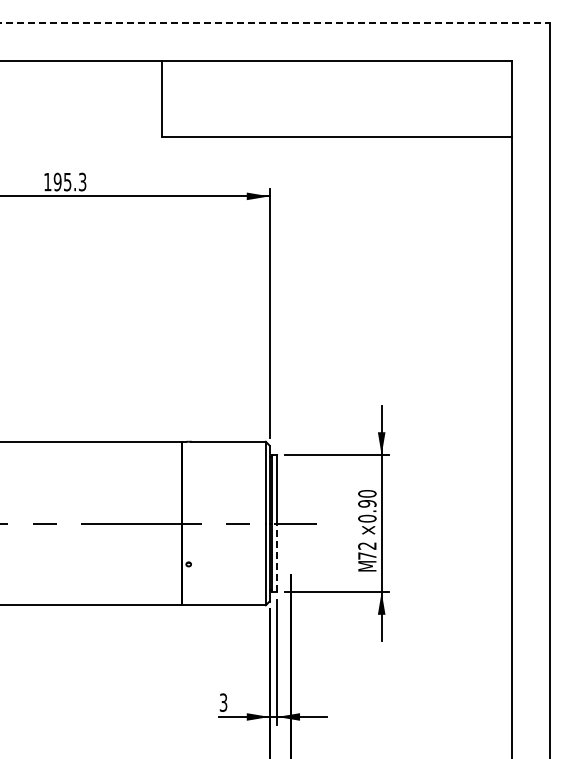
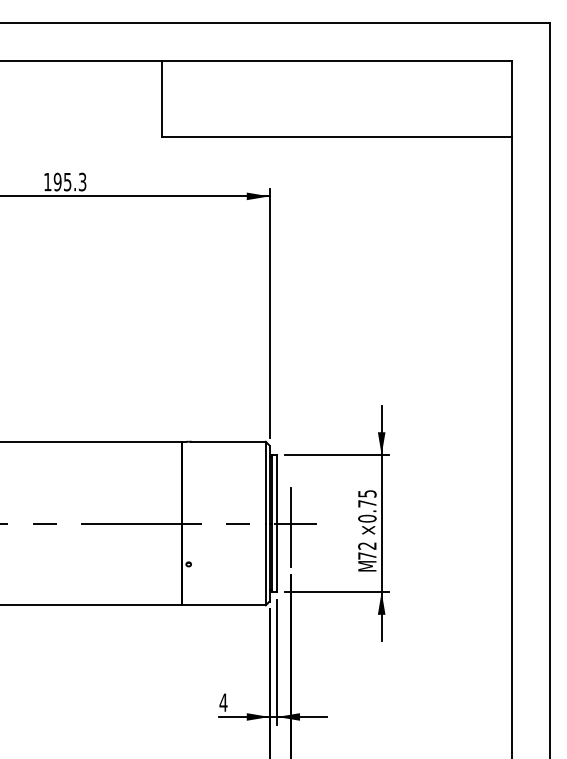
line at (275, 22): dashed -> solid
text at (367, 498): ×0.90 -> ×0.75
line at (291, 527): none -> present
line at (277, 557): dashed -> solid
text at (223, 702): 3 -> 4
